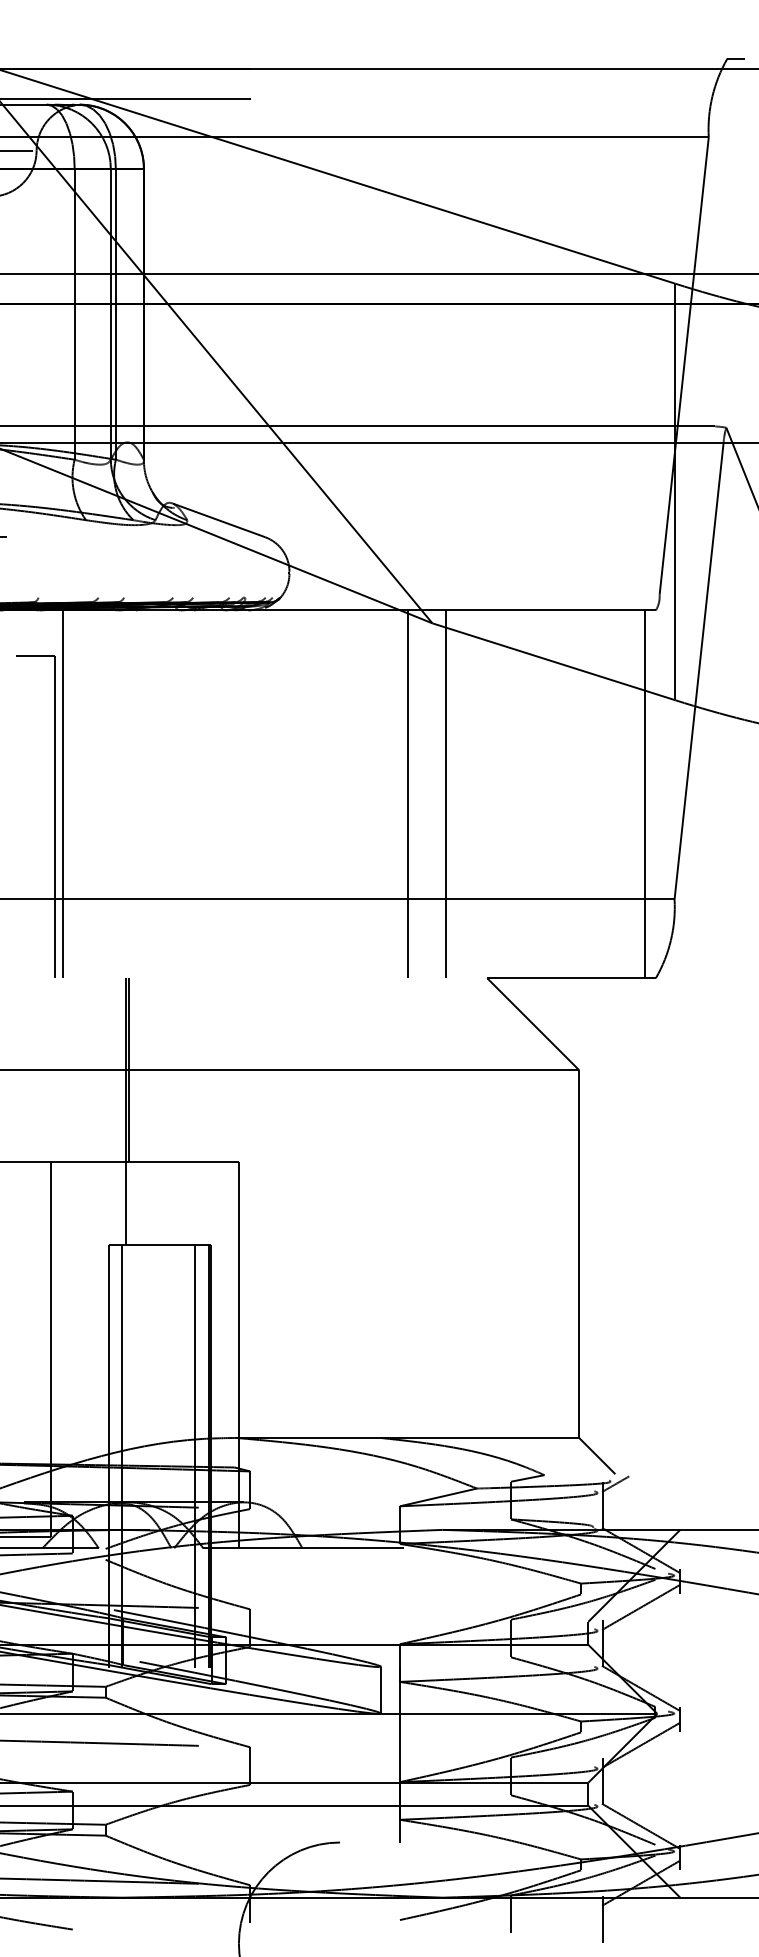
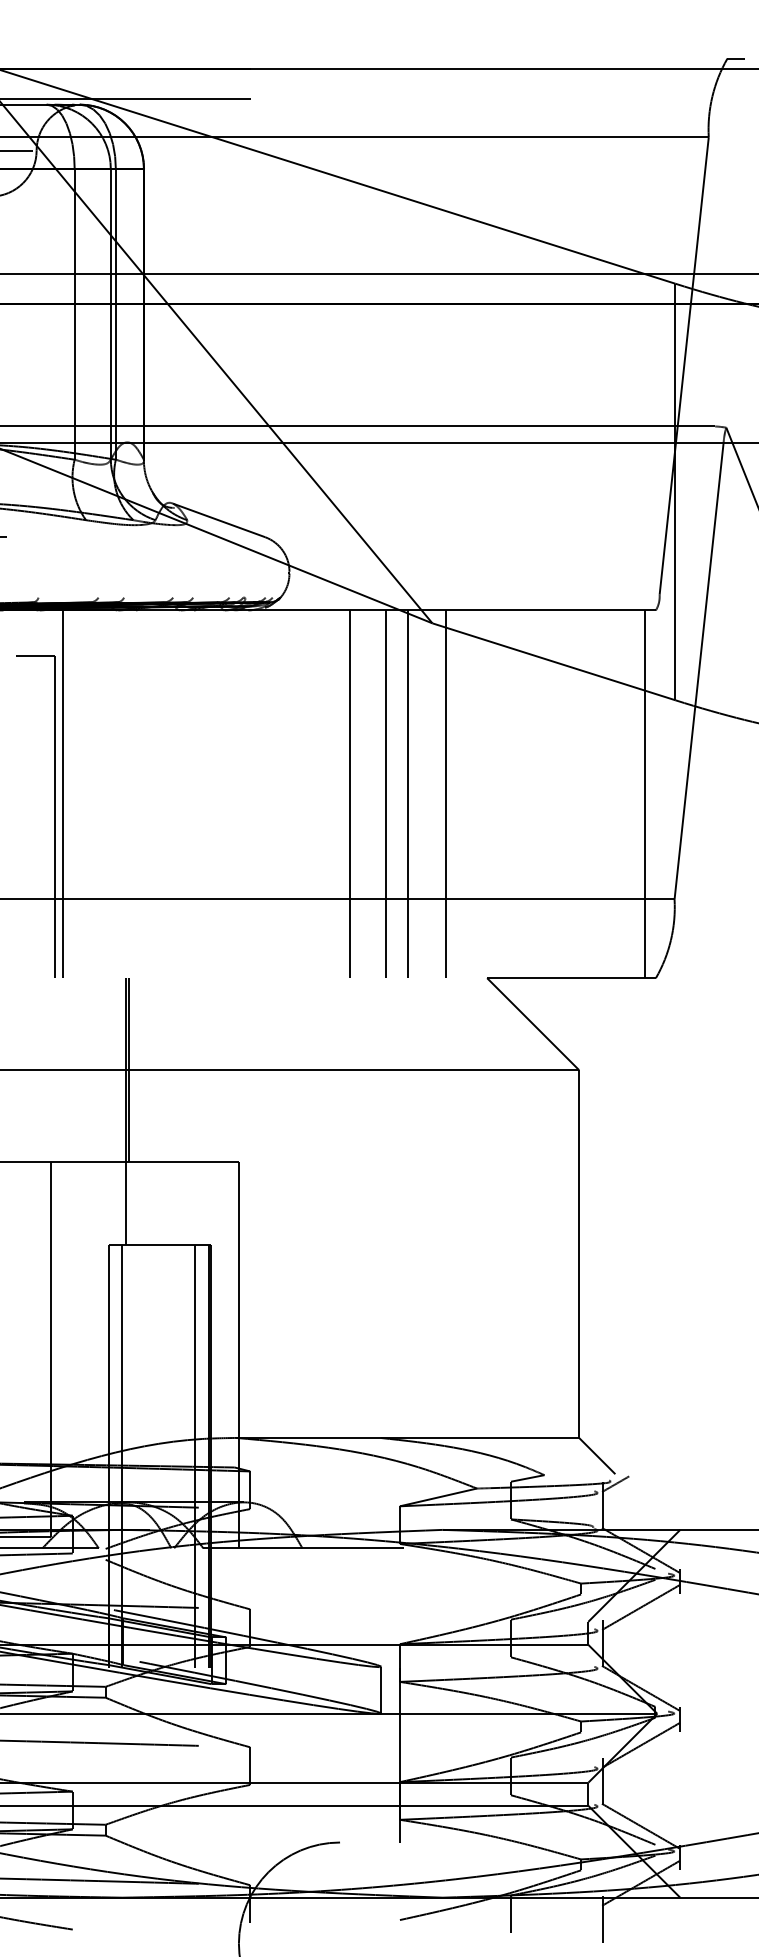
line at (350, 794): none -> present
line at (385, 794): none -> present
